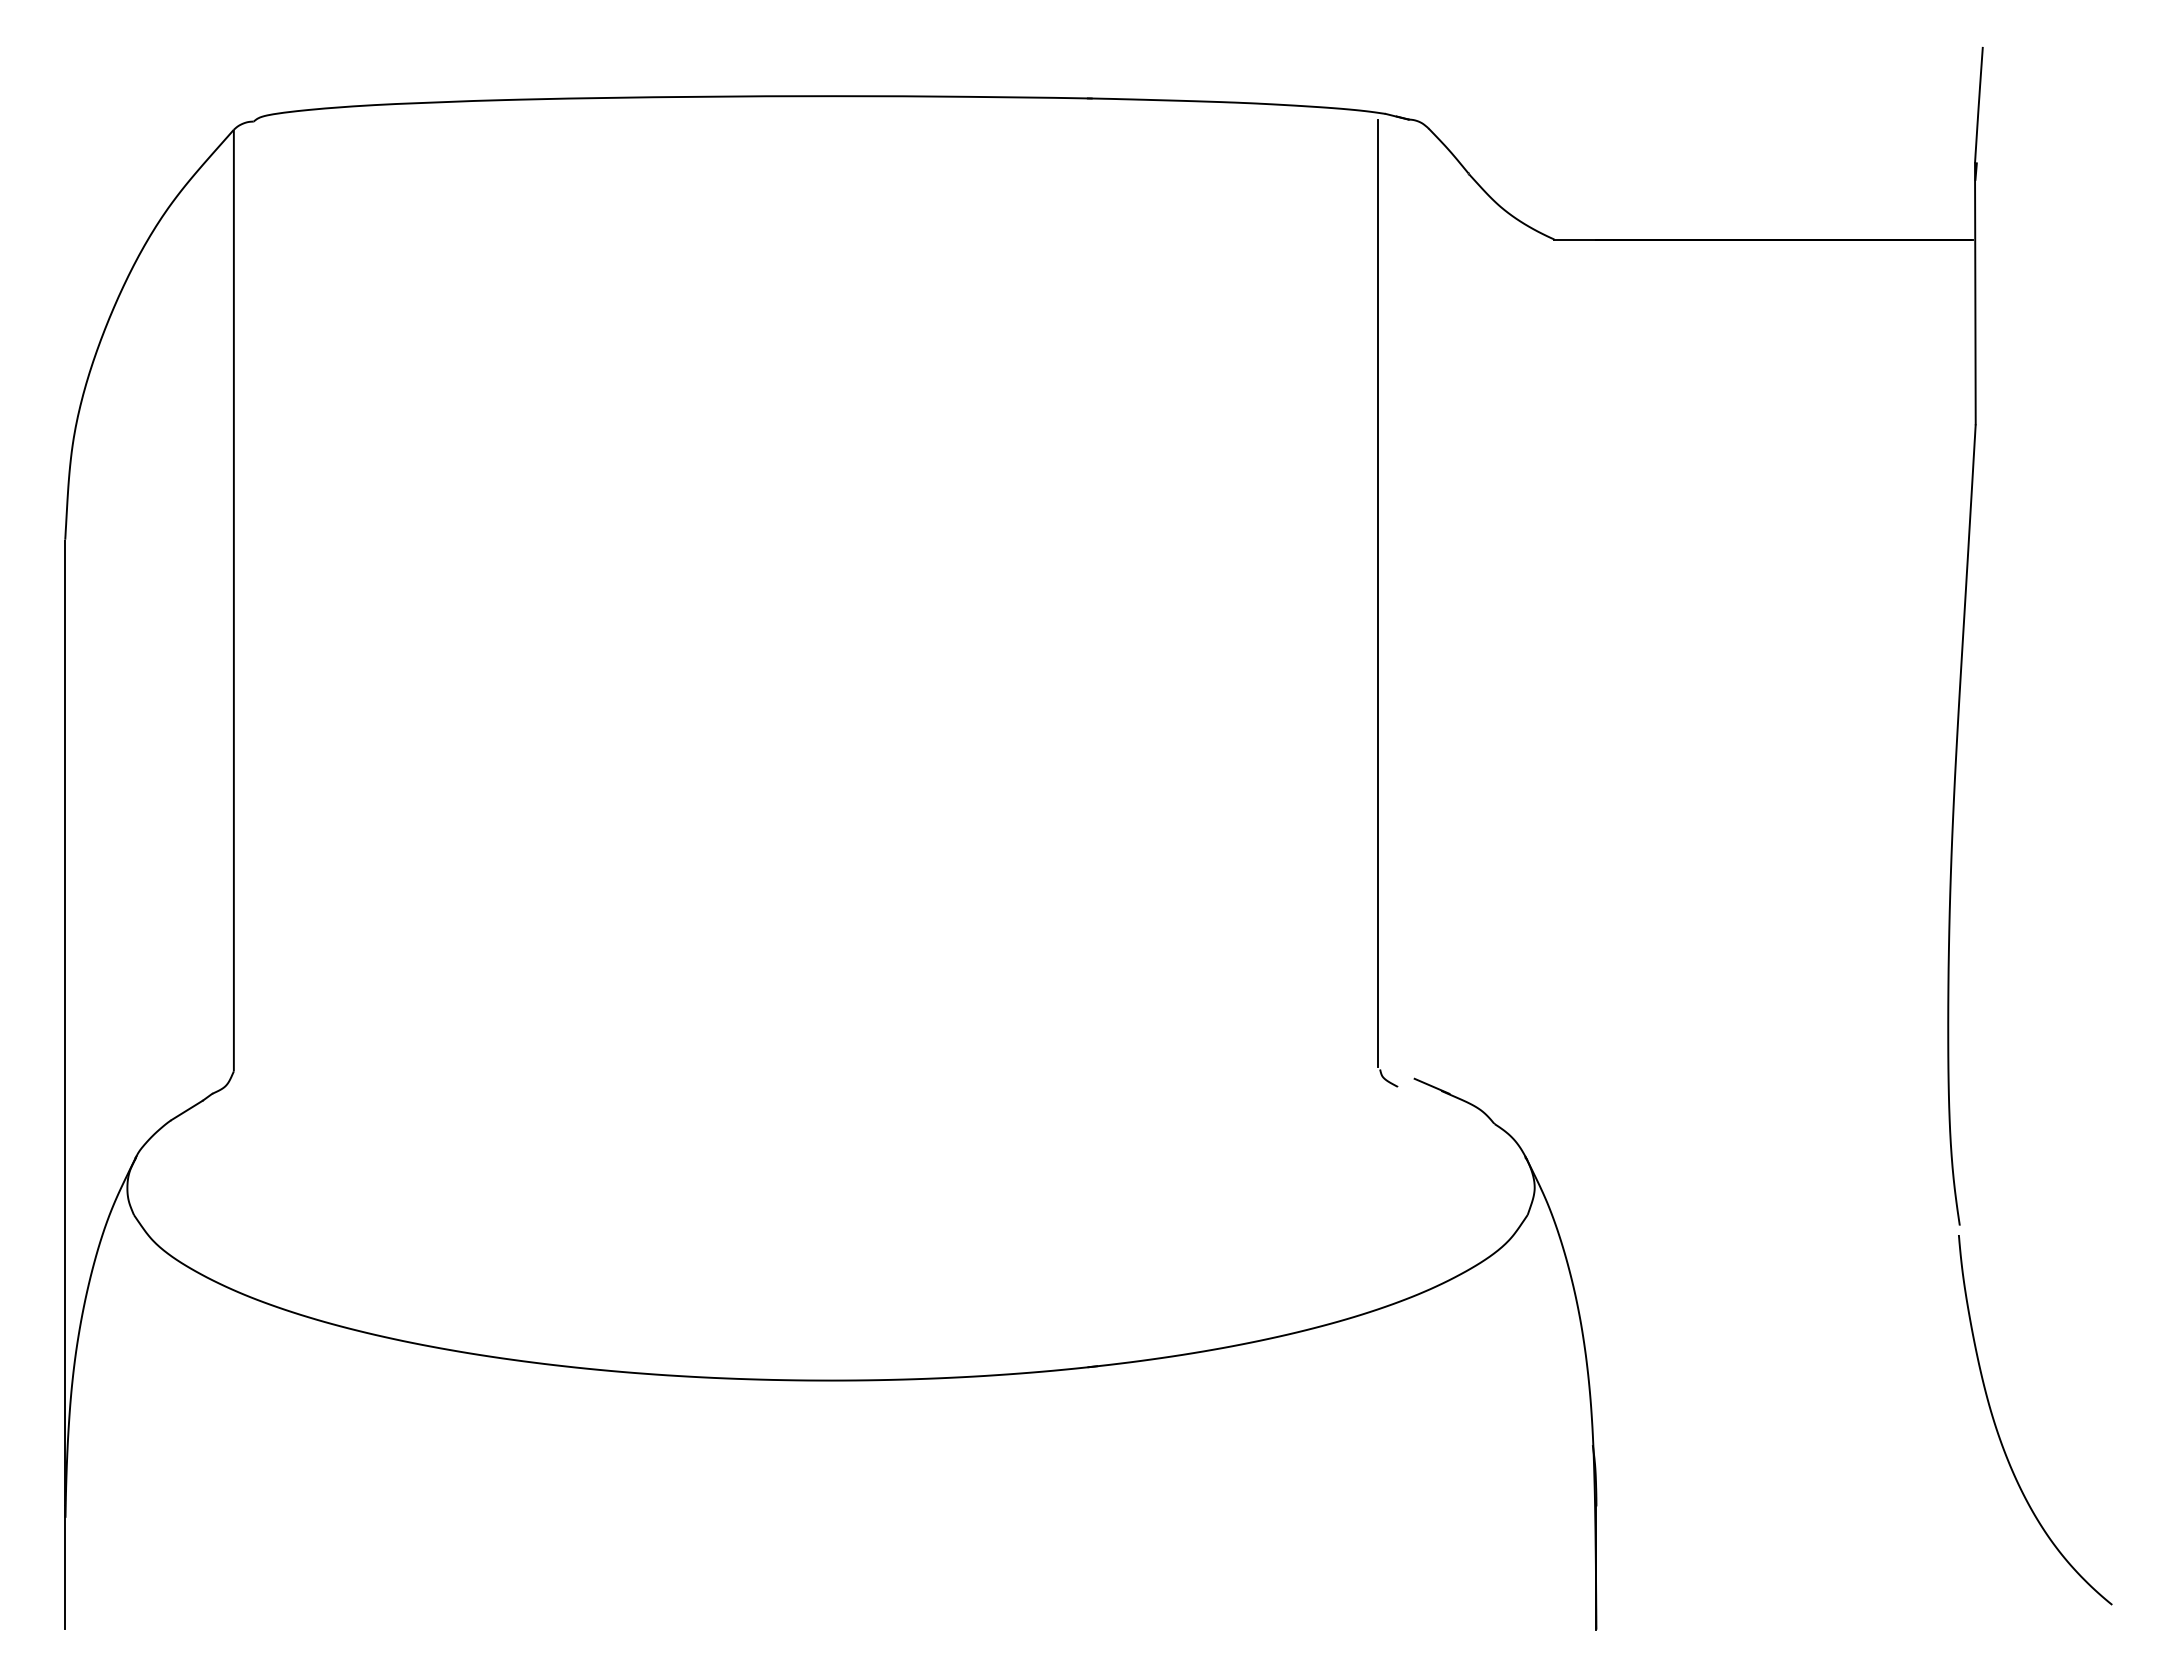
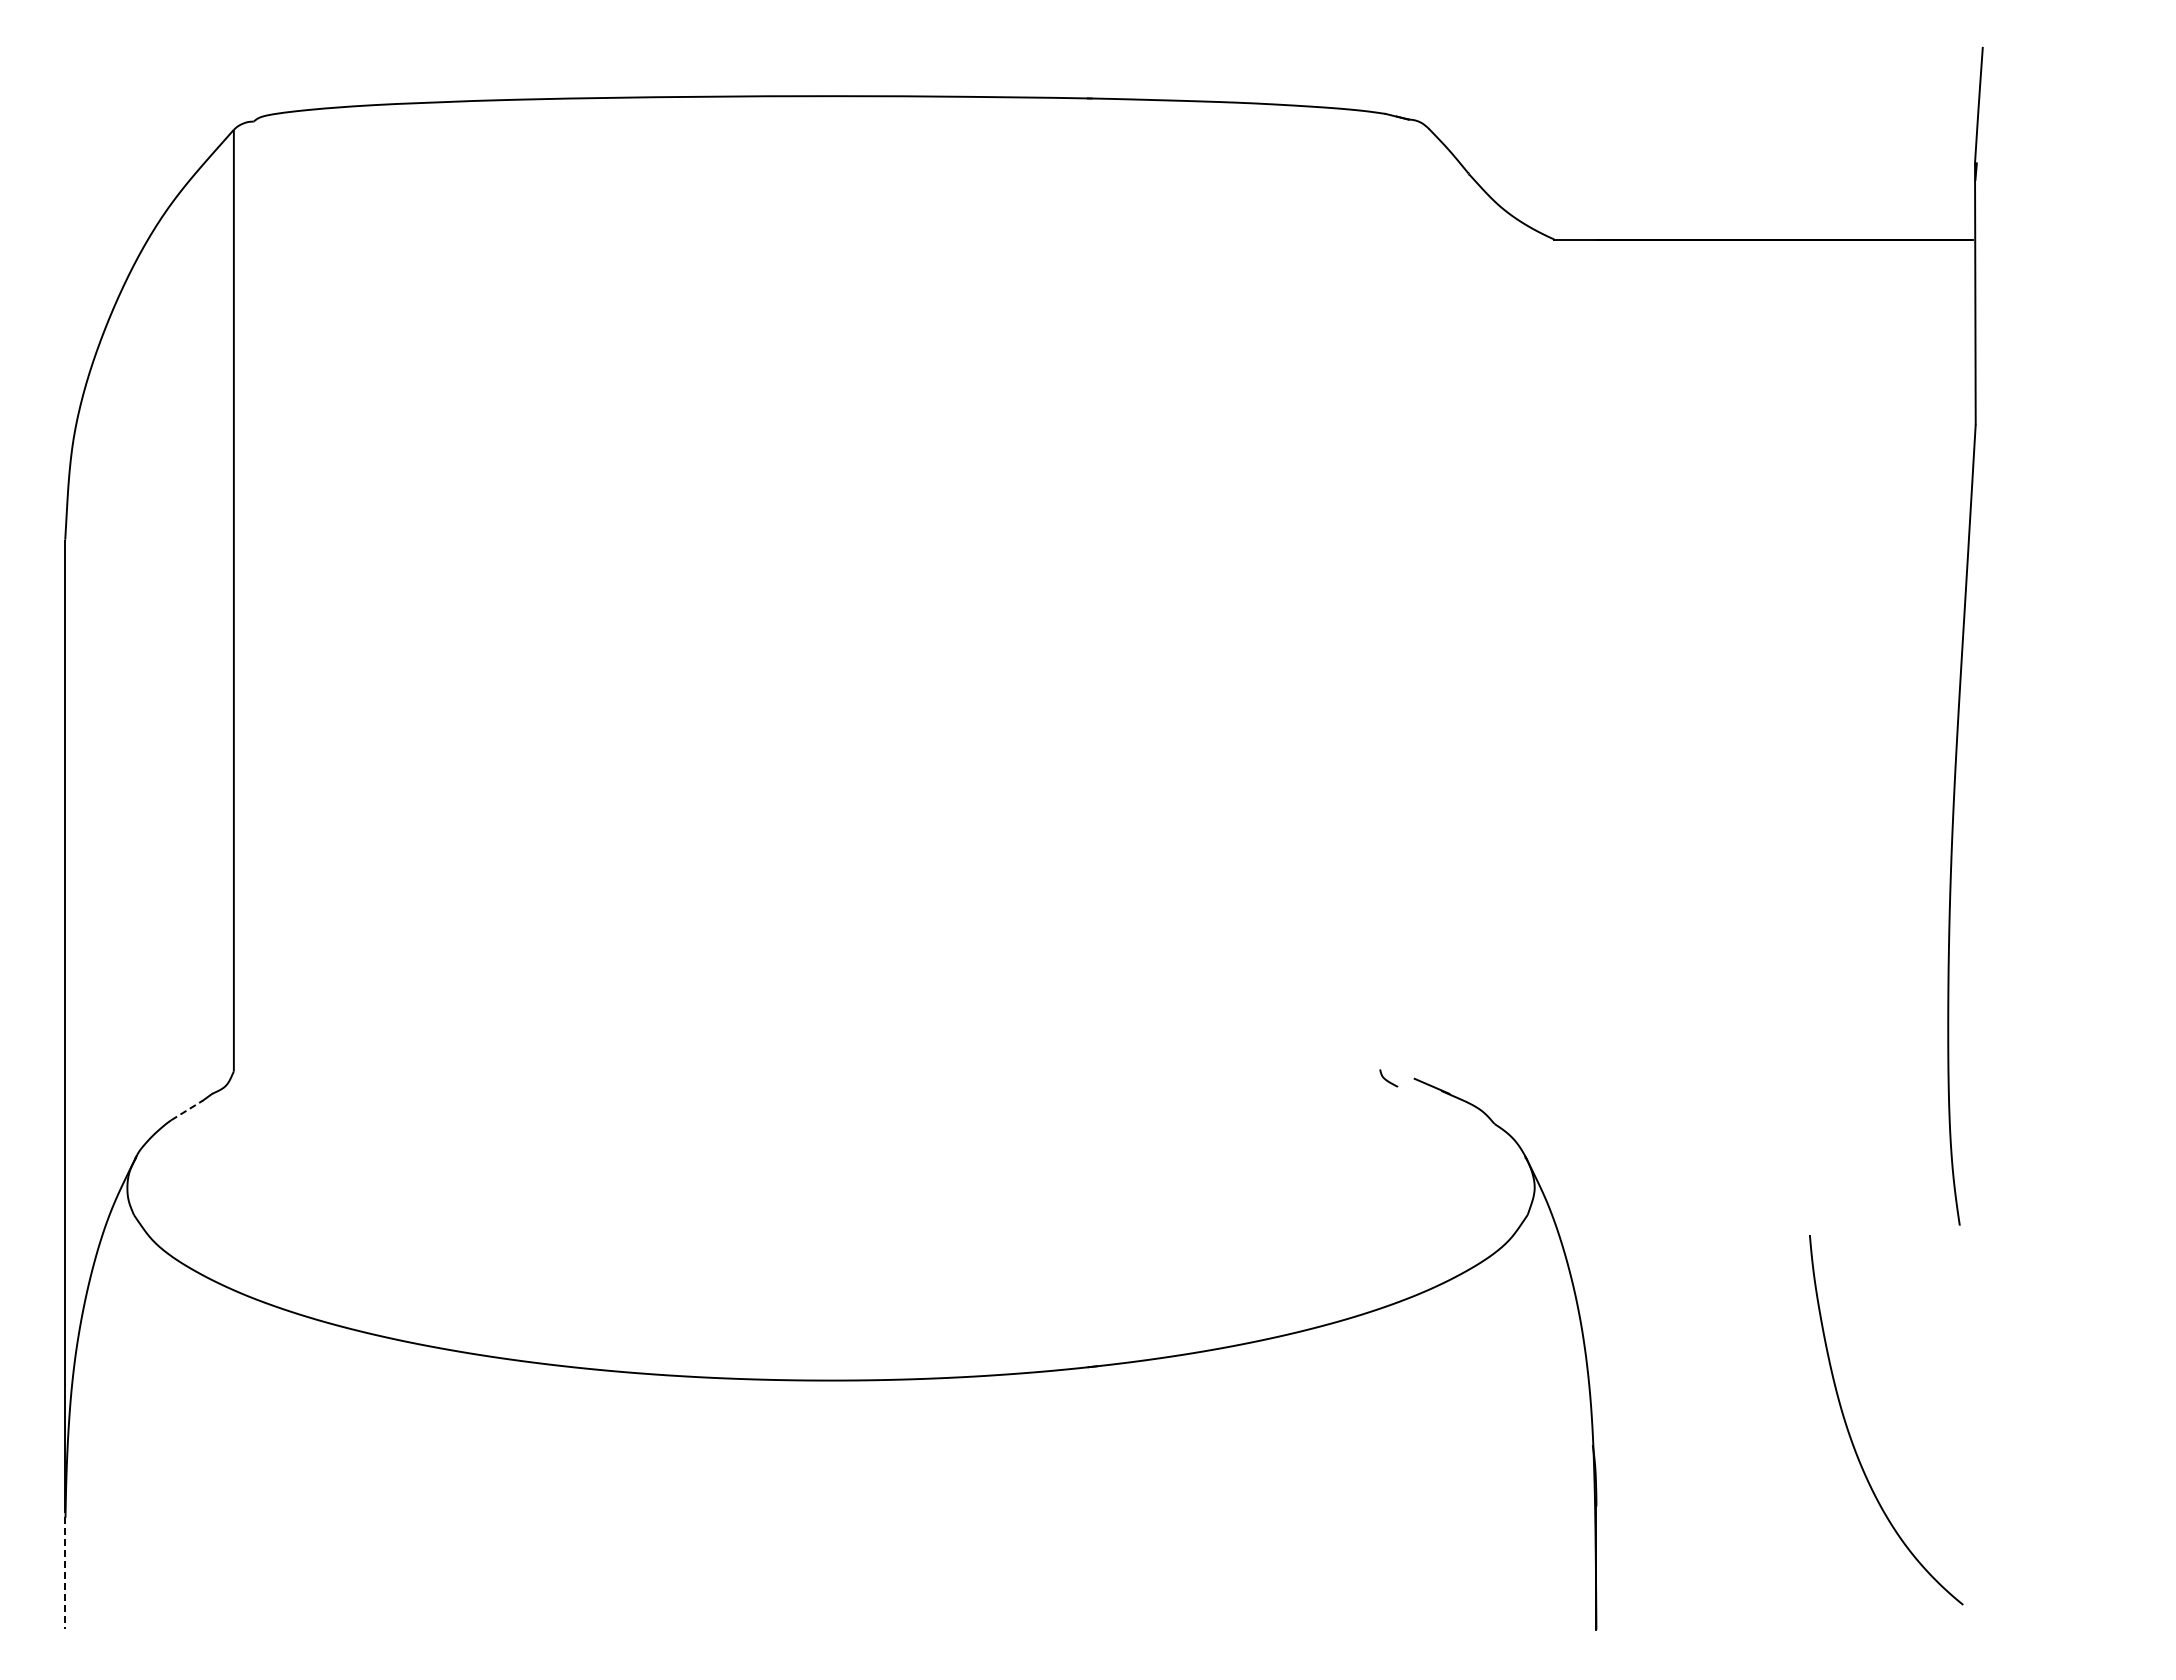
line at (1378, 593): present -> none
line at (187, 1110): solid -> dashed
curve at (1998, 1431) position: (1998, 1431) -> (1849, 1431)
line at (65, 1567): solid -> dashed
